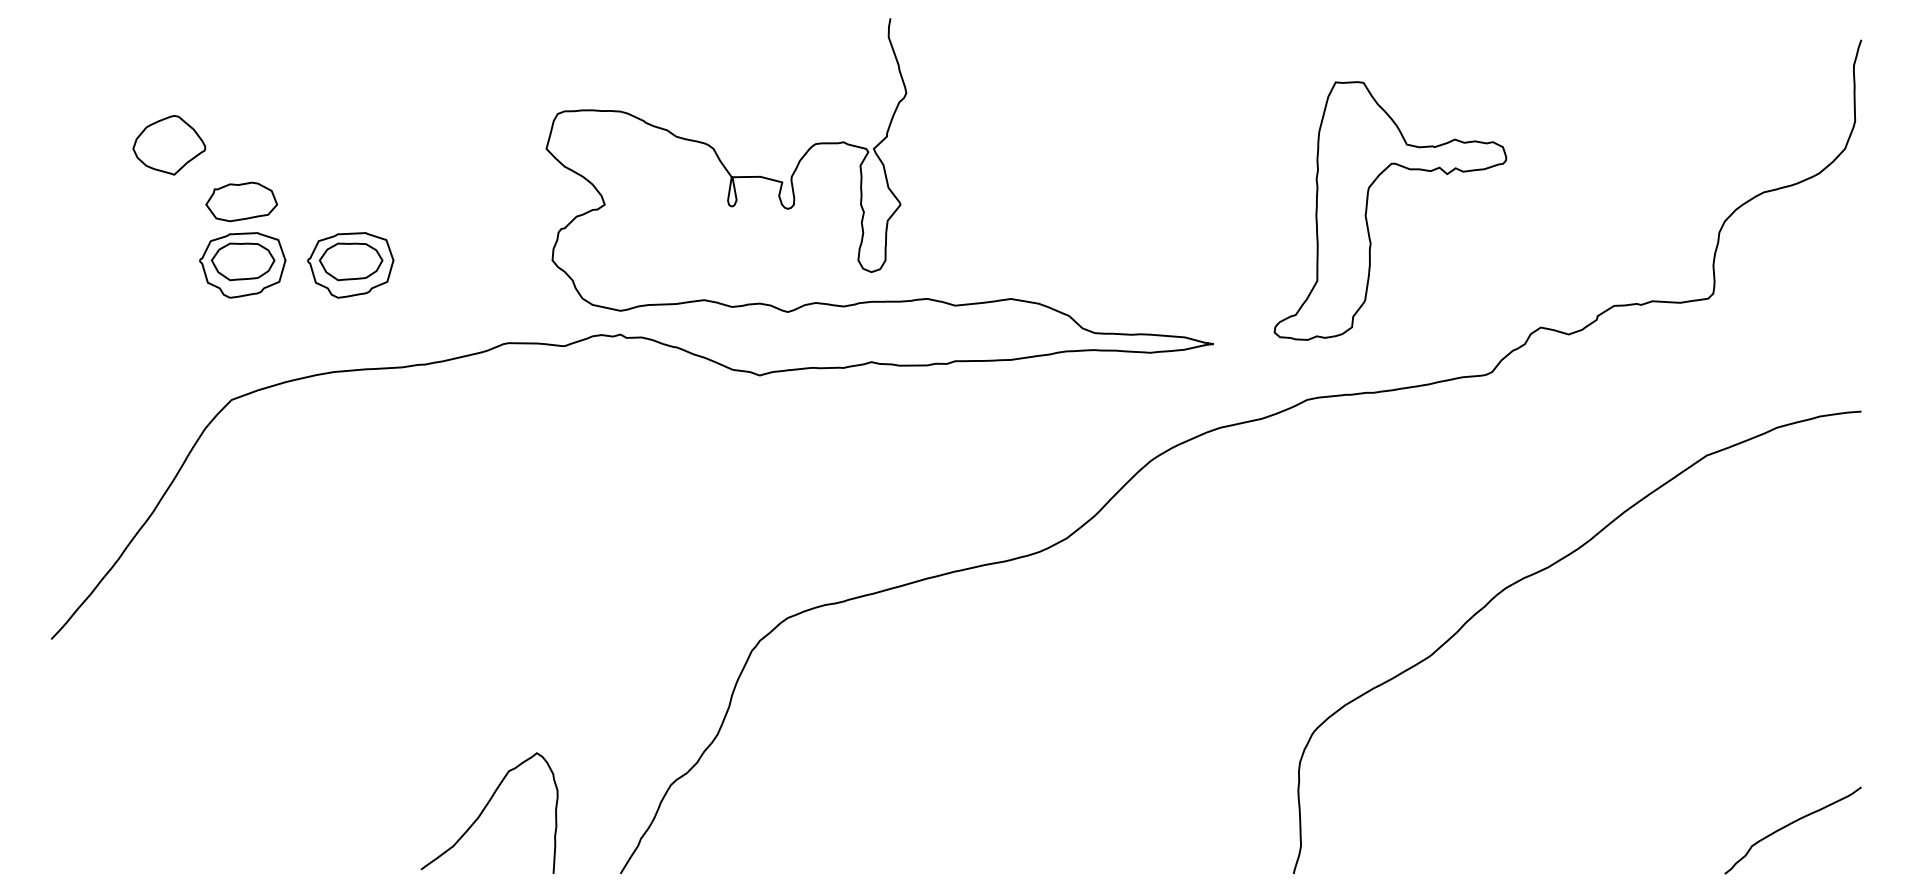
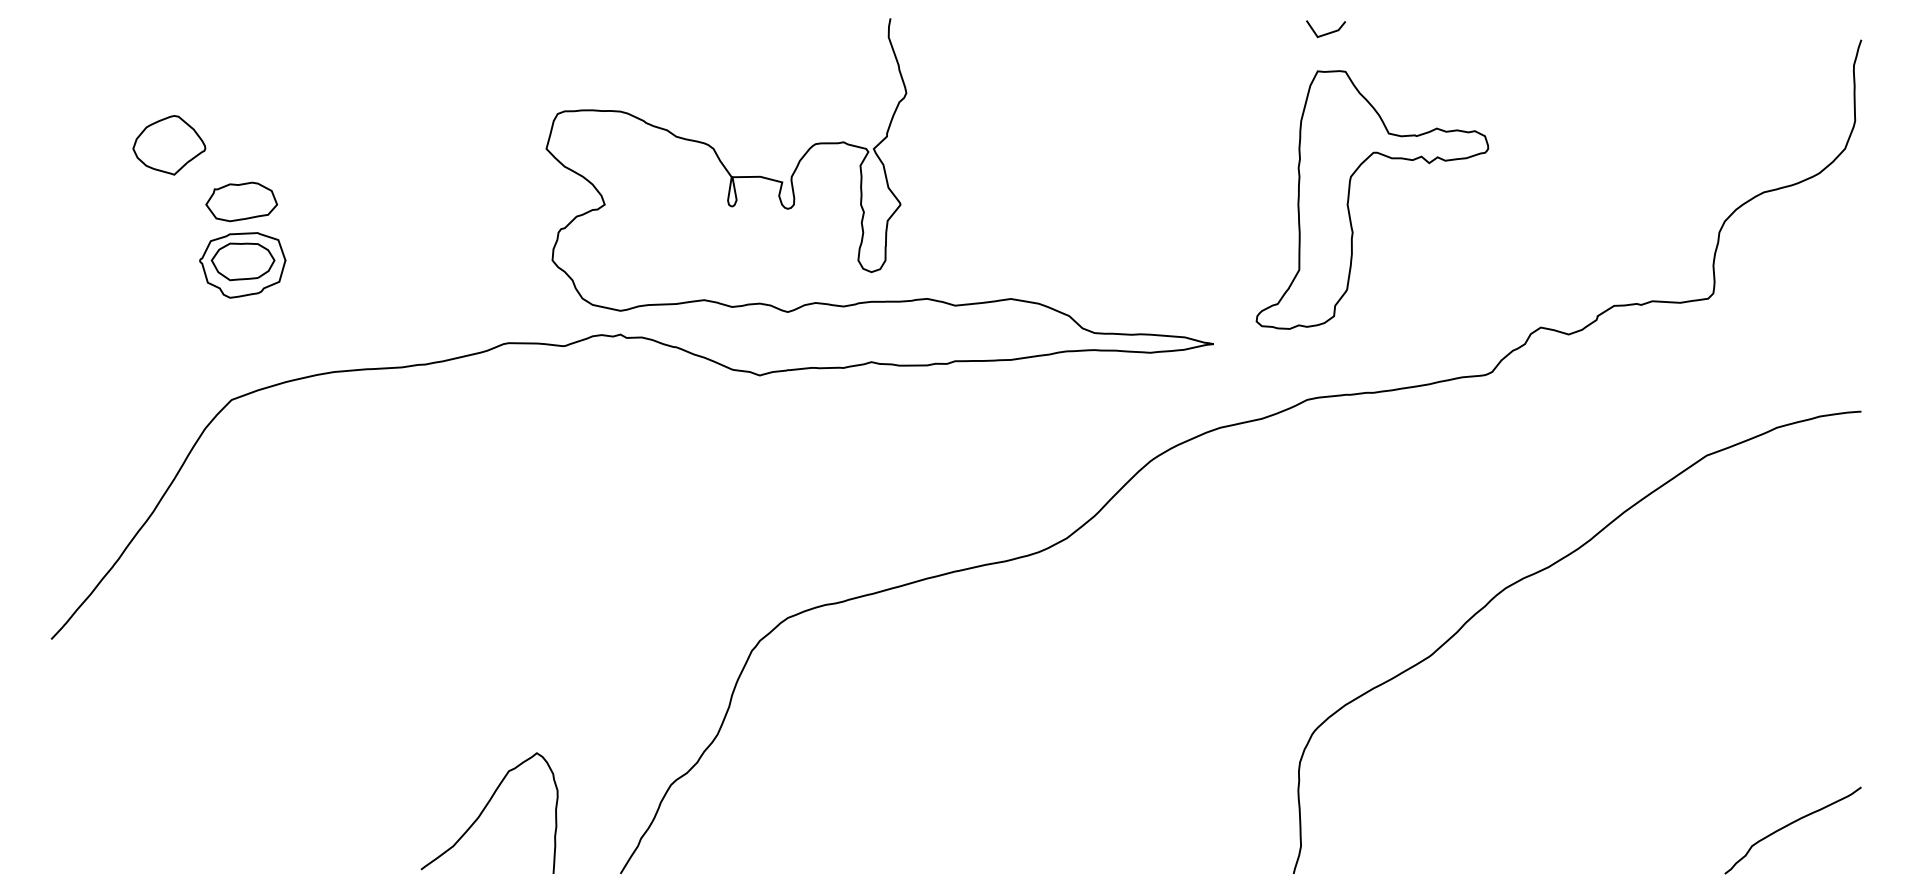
line at (1327, 32): none -> present
part at (1367, 210) position: (1367, 210) -> (1349, 199)
part at (350, 265): present -> none
